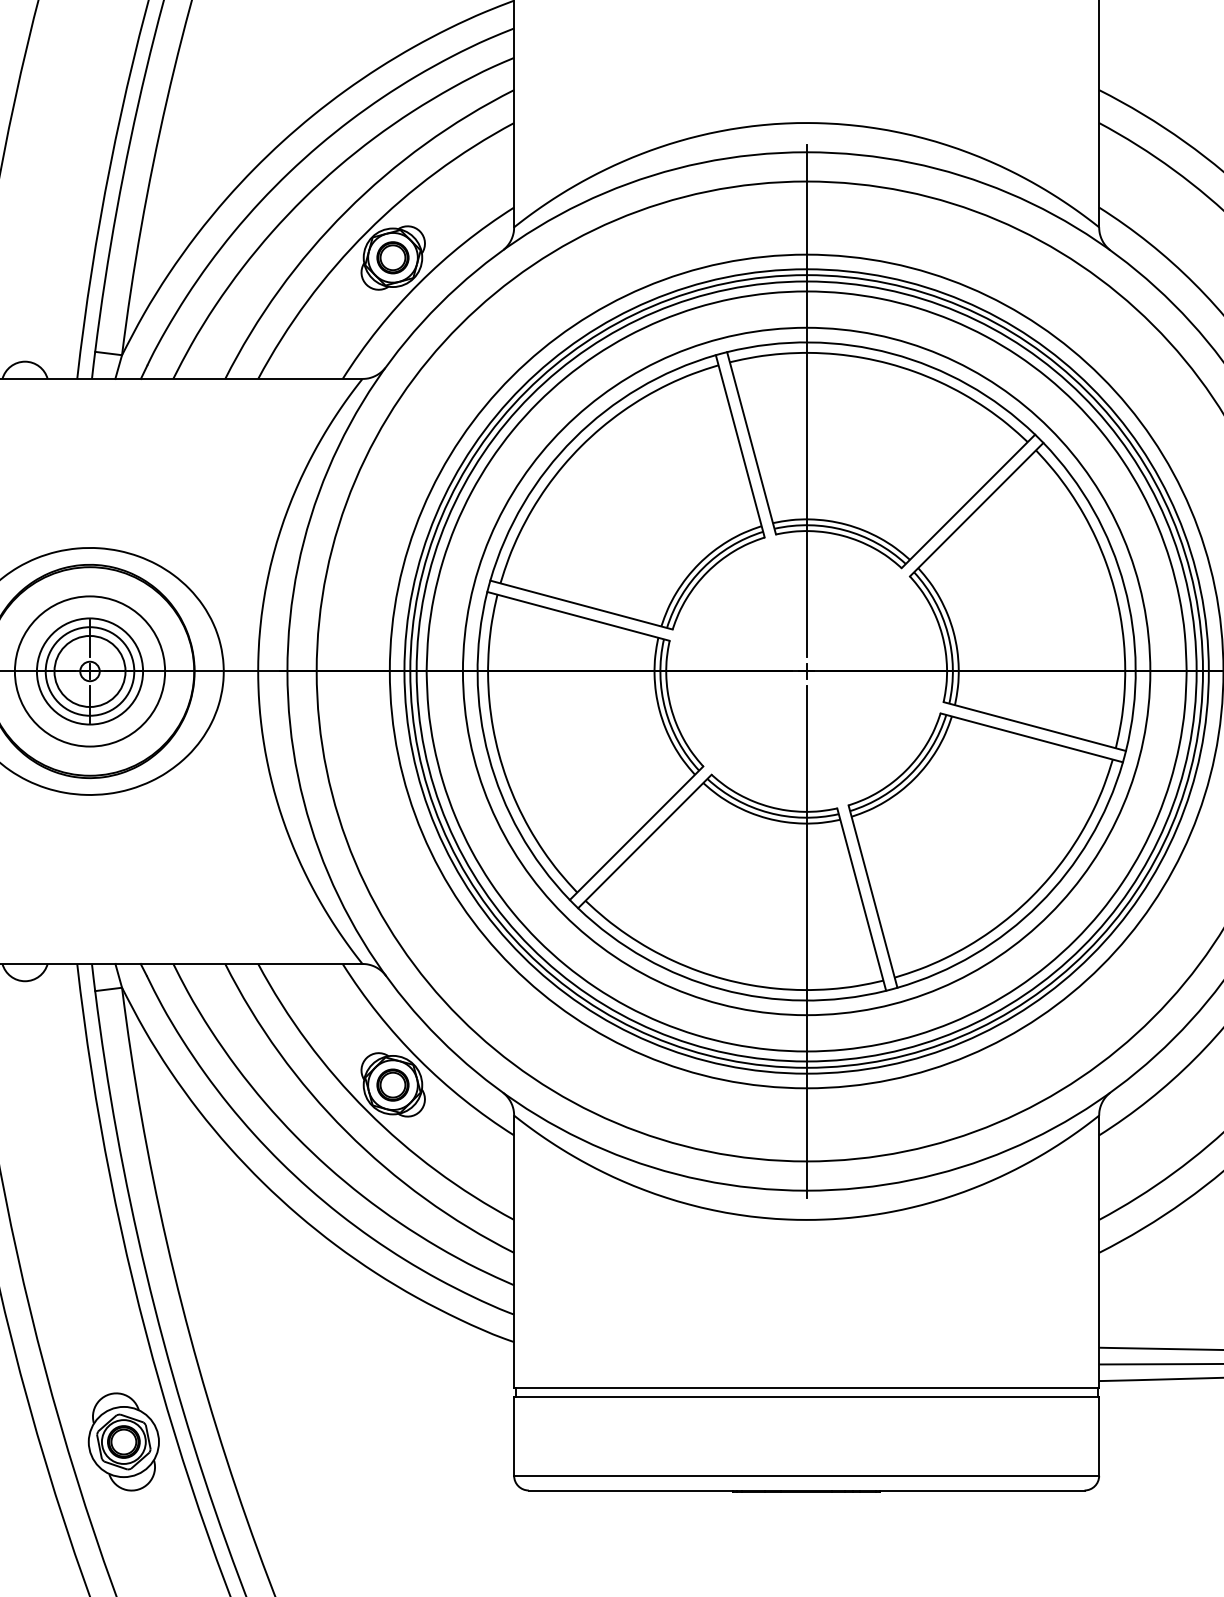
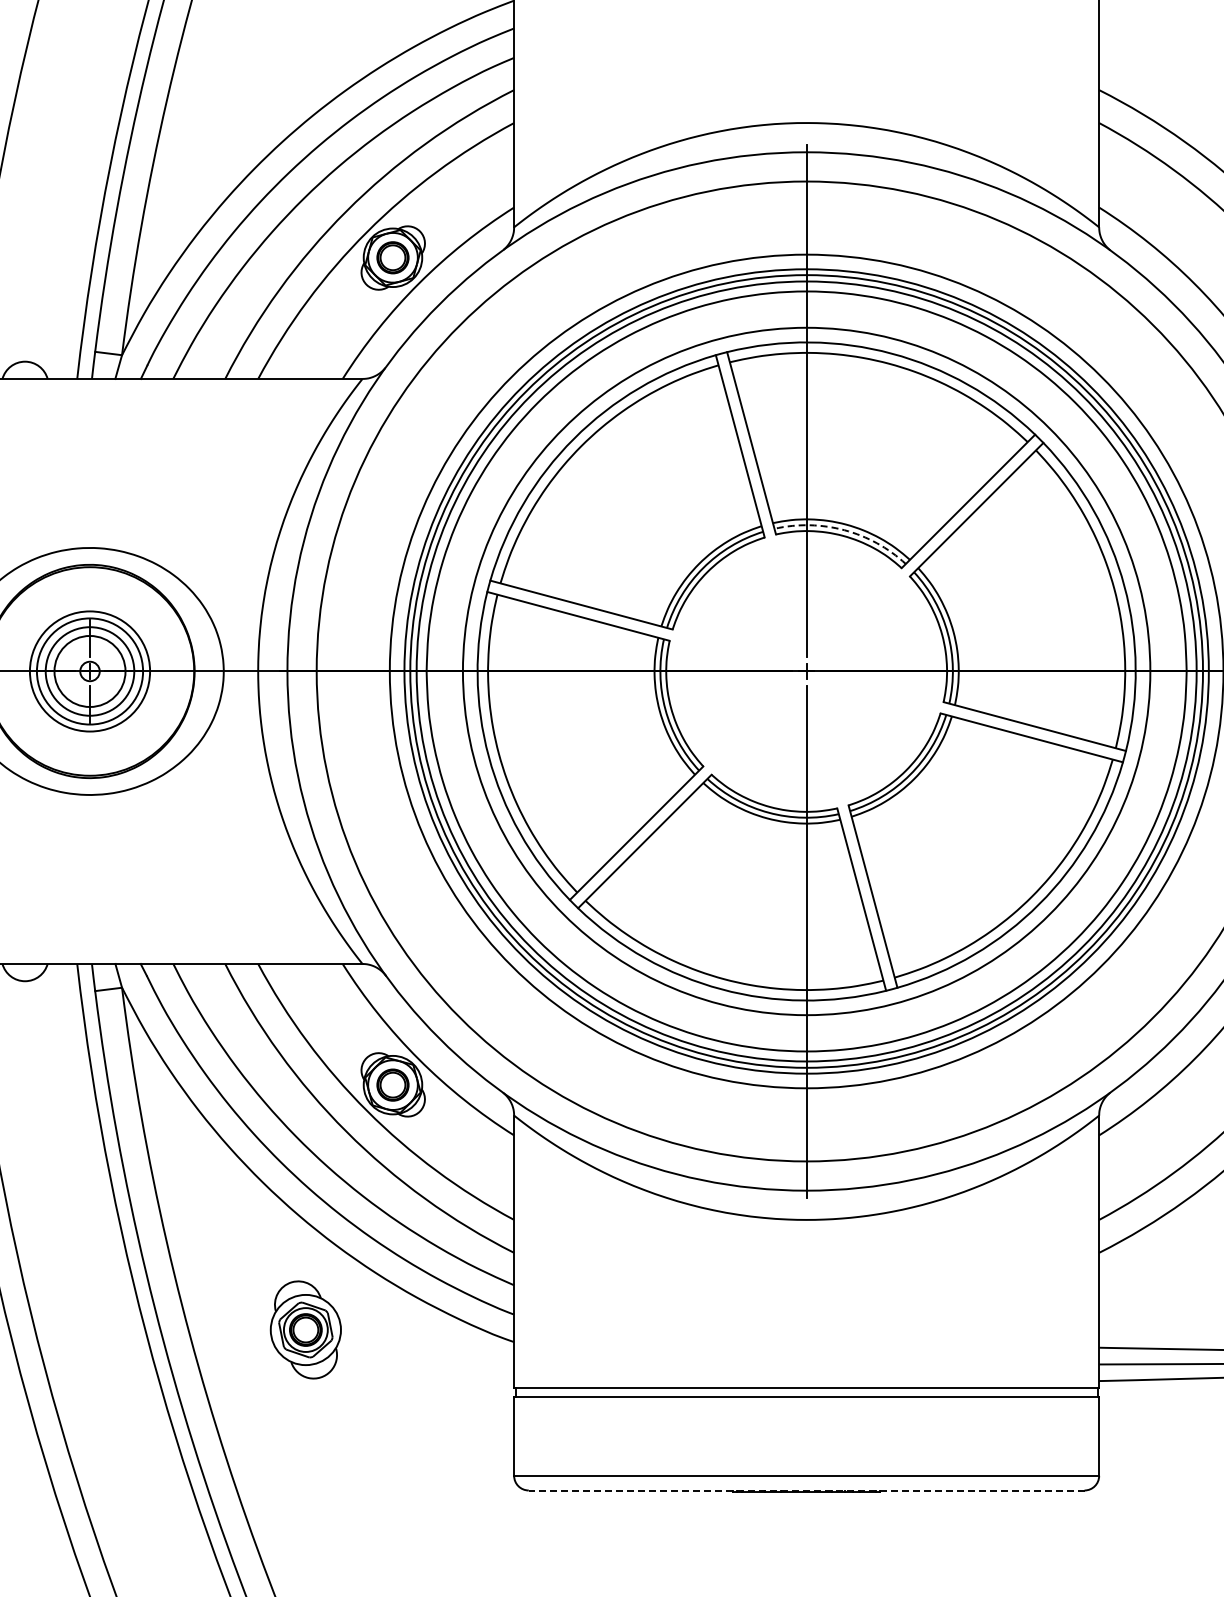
arc at (844, 530): solid -> dashed
circle at (89, 671) diameter: 150 px -> 120 px
part at (123, 1441) position: (123, 1441) -> (305, 1329)
line at (806, 1490): solid -> dashed
